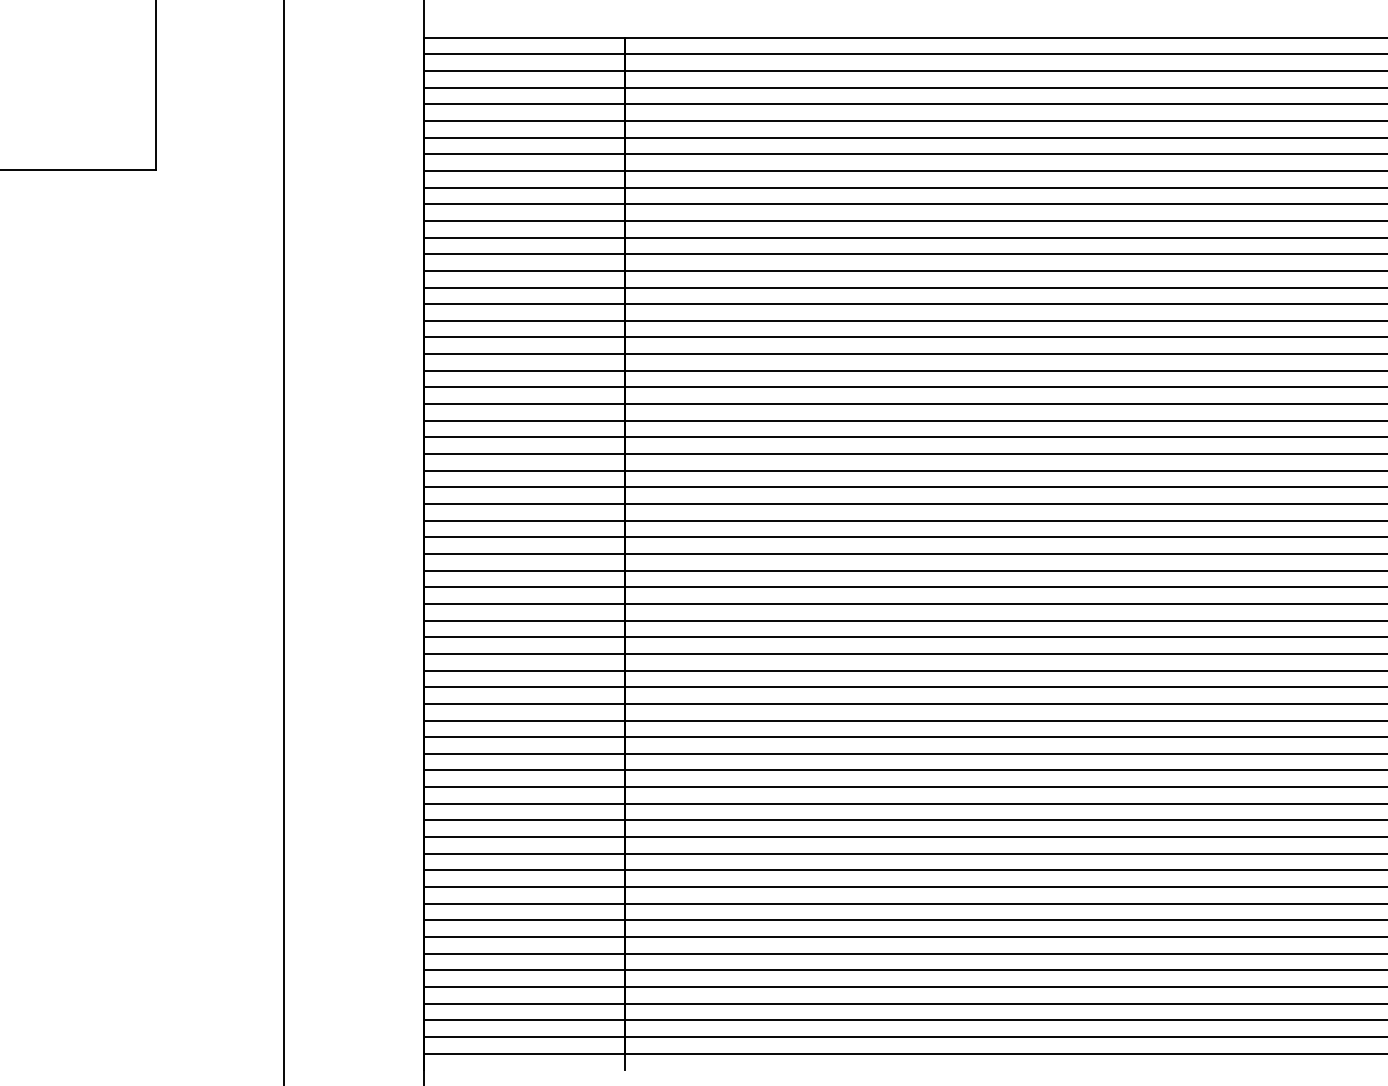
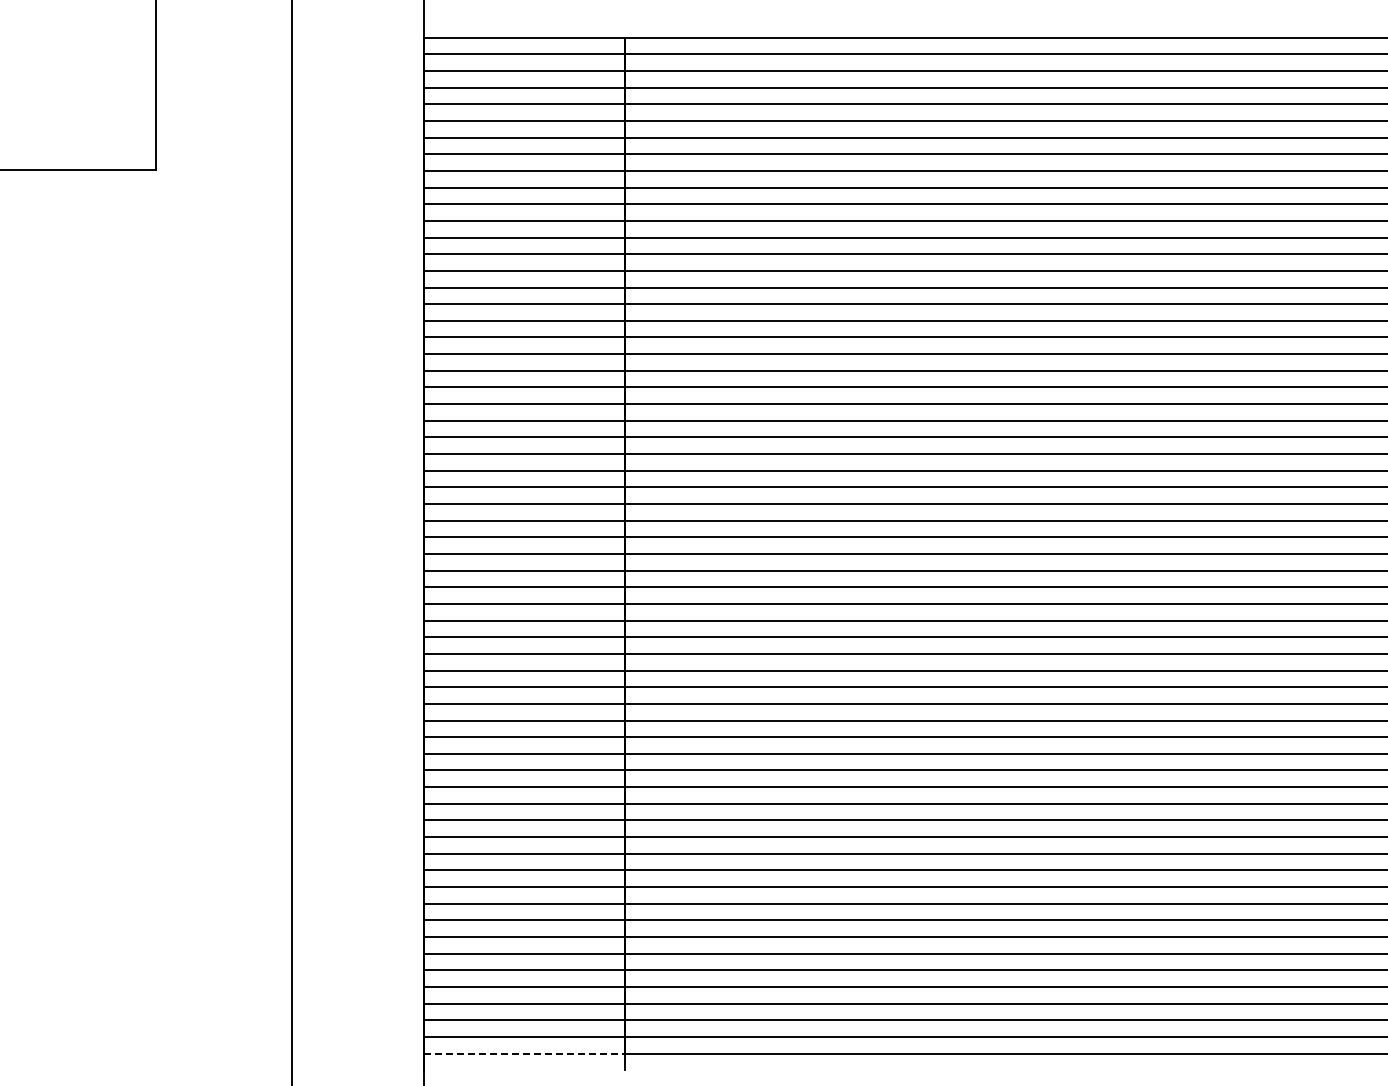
line at (284, 542) position: (284, 542) -> (292, 542)
line at (524, 1053): solid -> dashed
